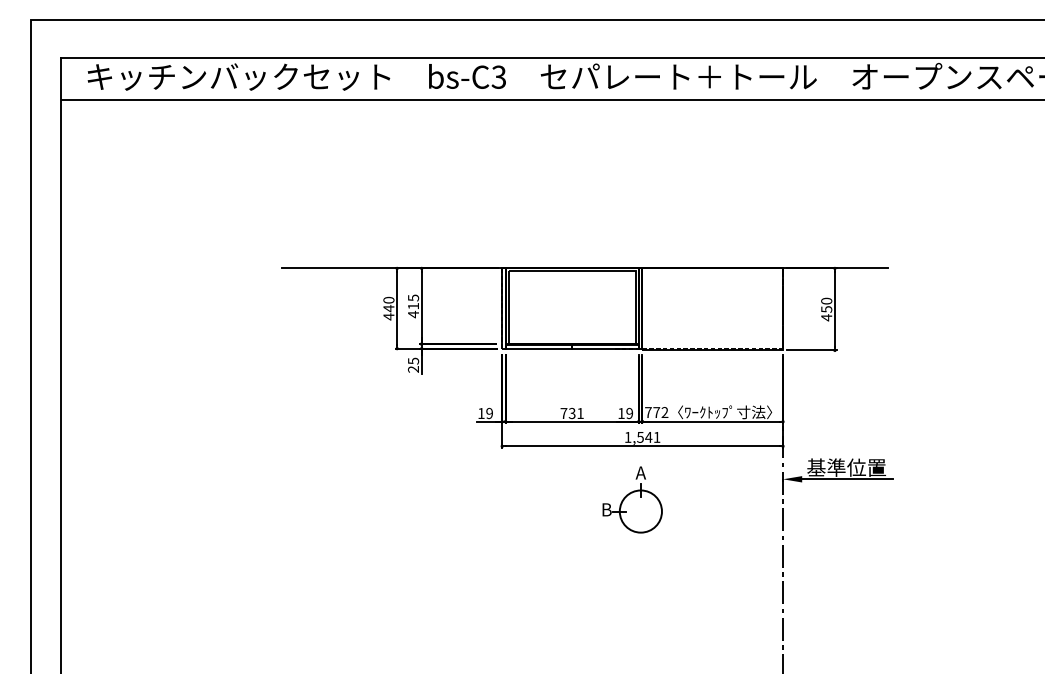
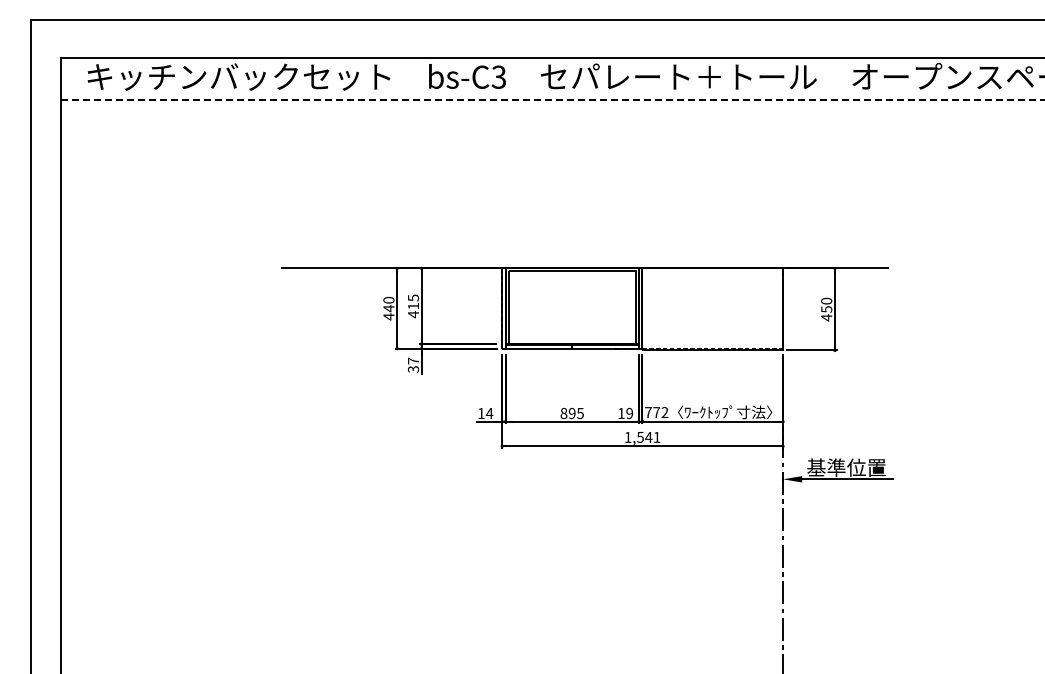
line at (552, 99): solid -> dashed
text at (413, 364): 25 -> 37
text at (489, 413): 19 -> 14
text at (571, 413): 731 -> 895
part at (632, 499): present -> none
